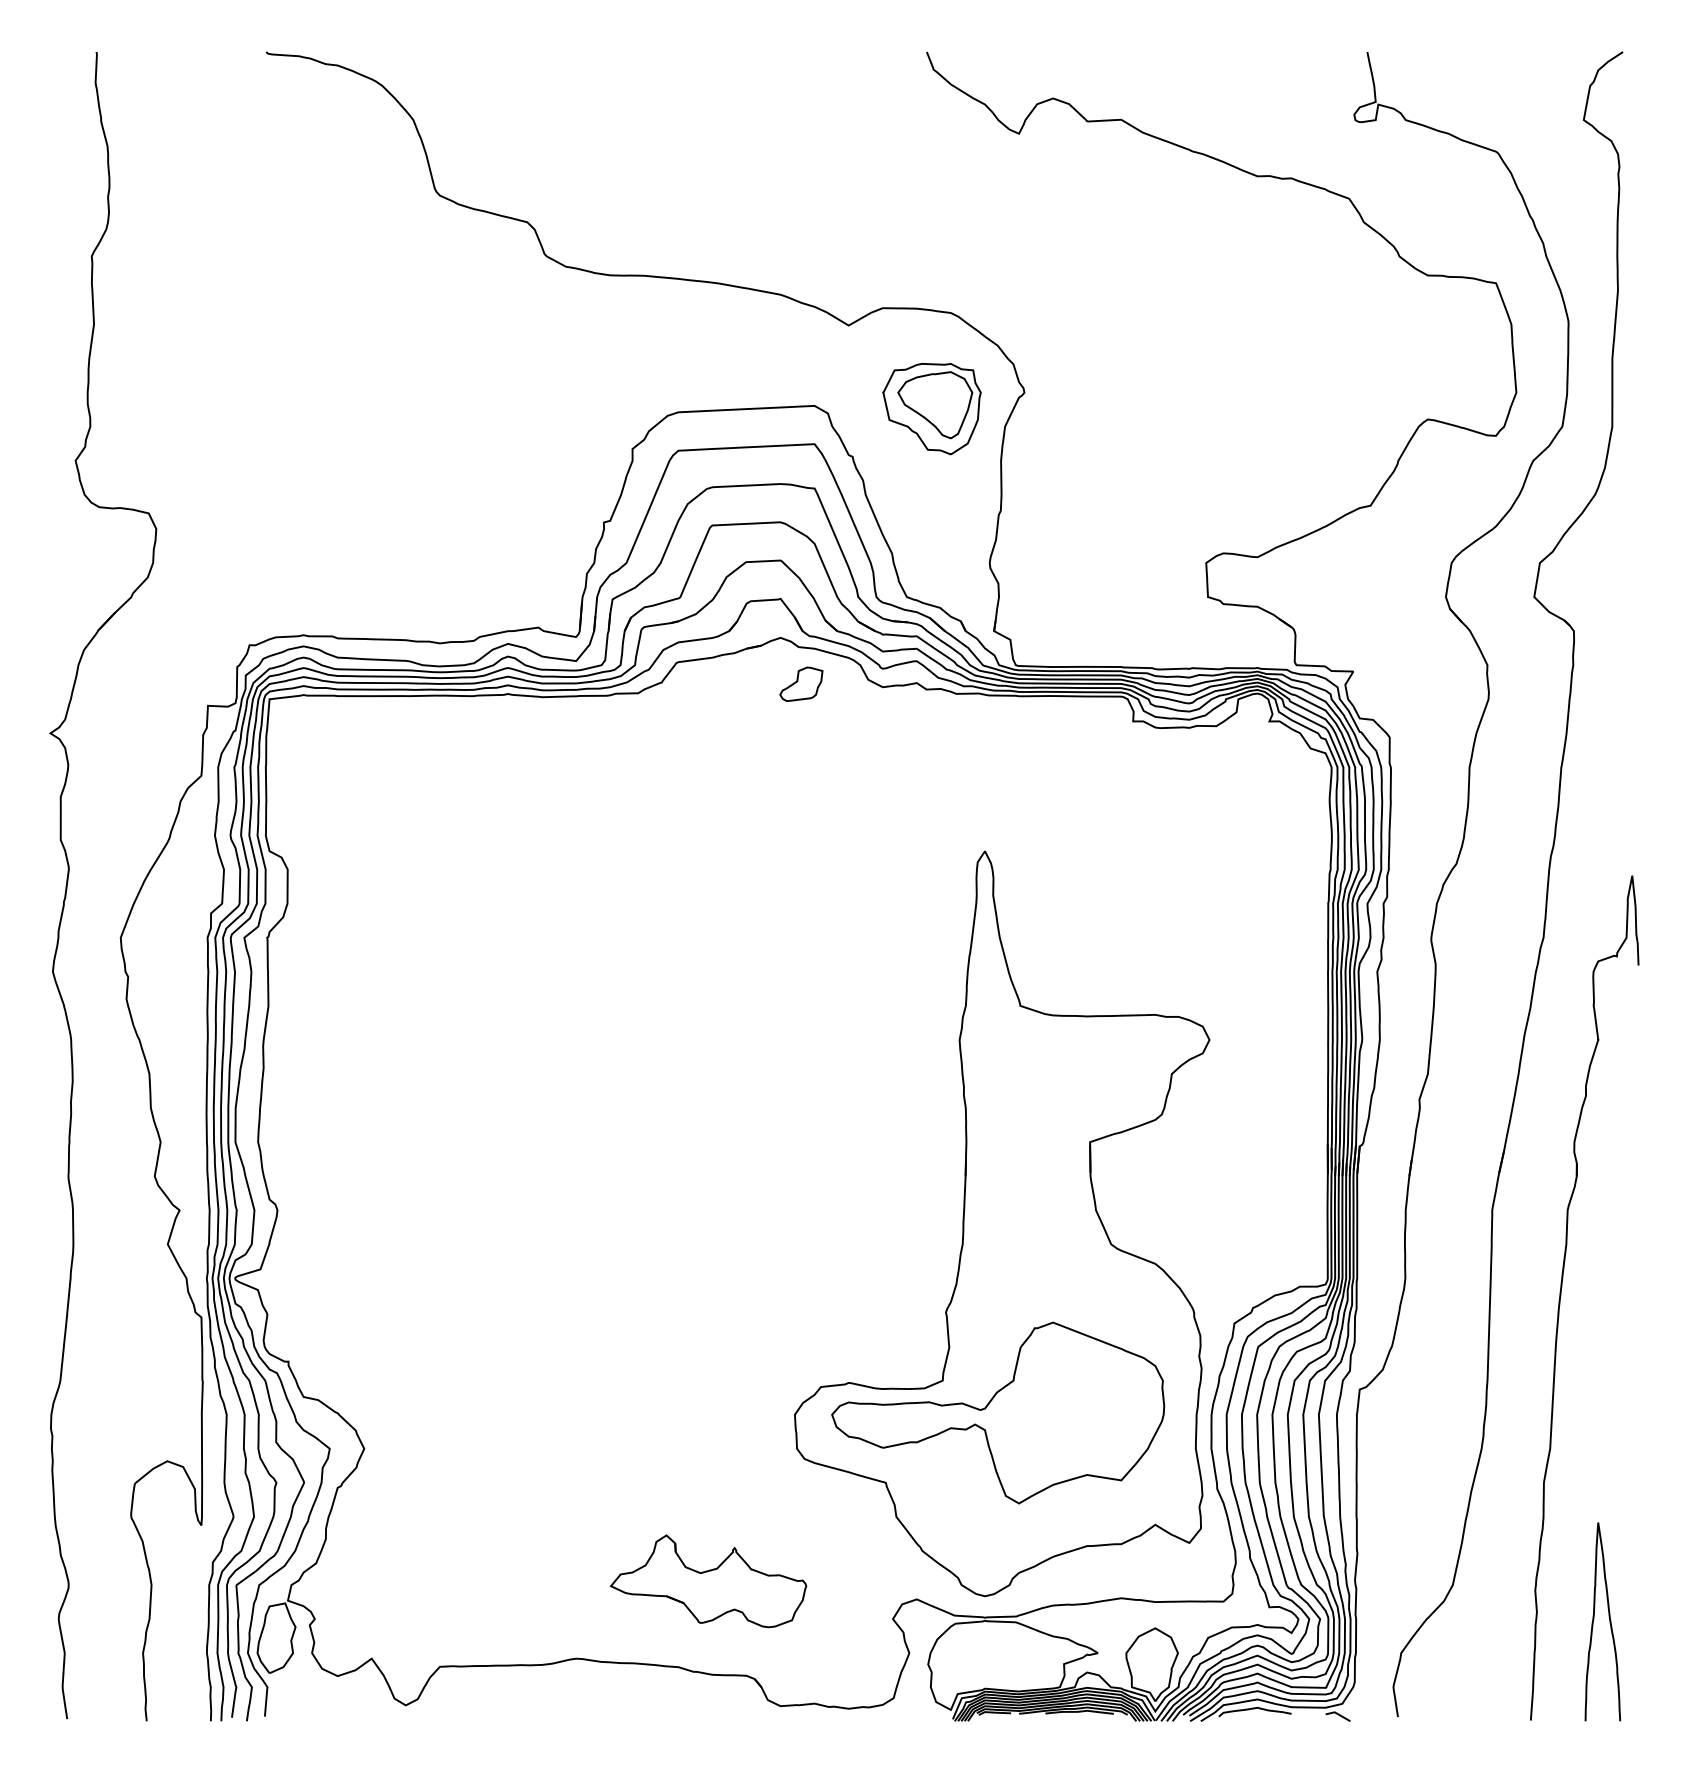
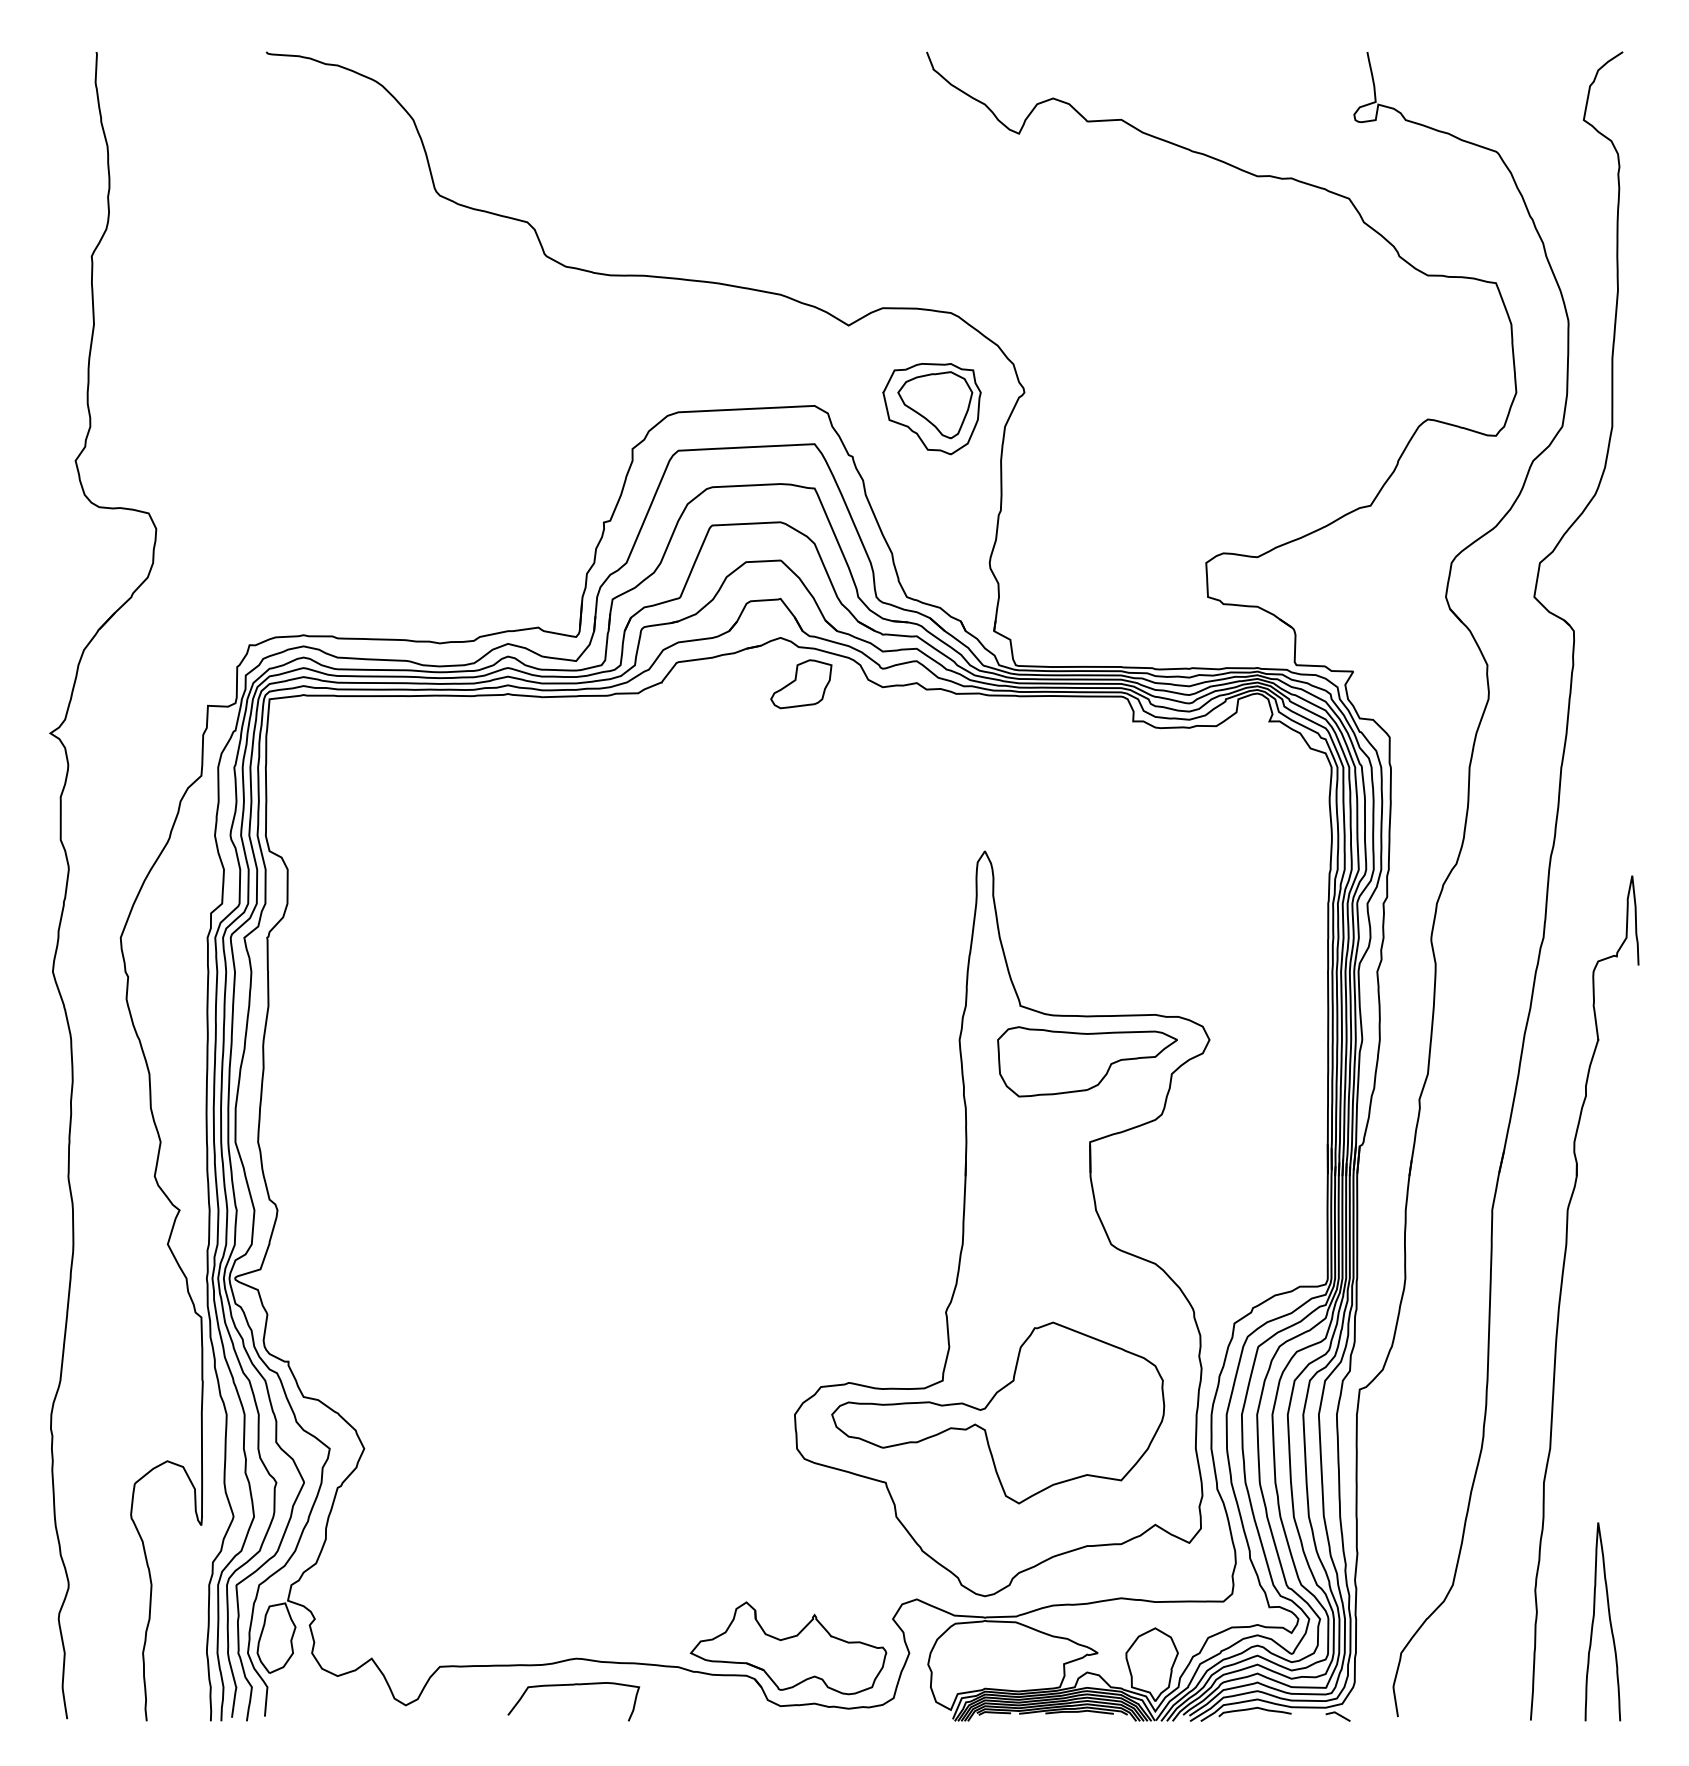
part at (801, 683) size: 45x36 px -> 63x51 px
part at (1087, 1061): none -> present
part at (708, 1581) position: (708, 1581) -> (788, 1648)
curve at (573, 1685): none -> present
